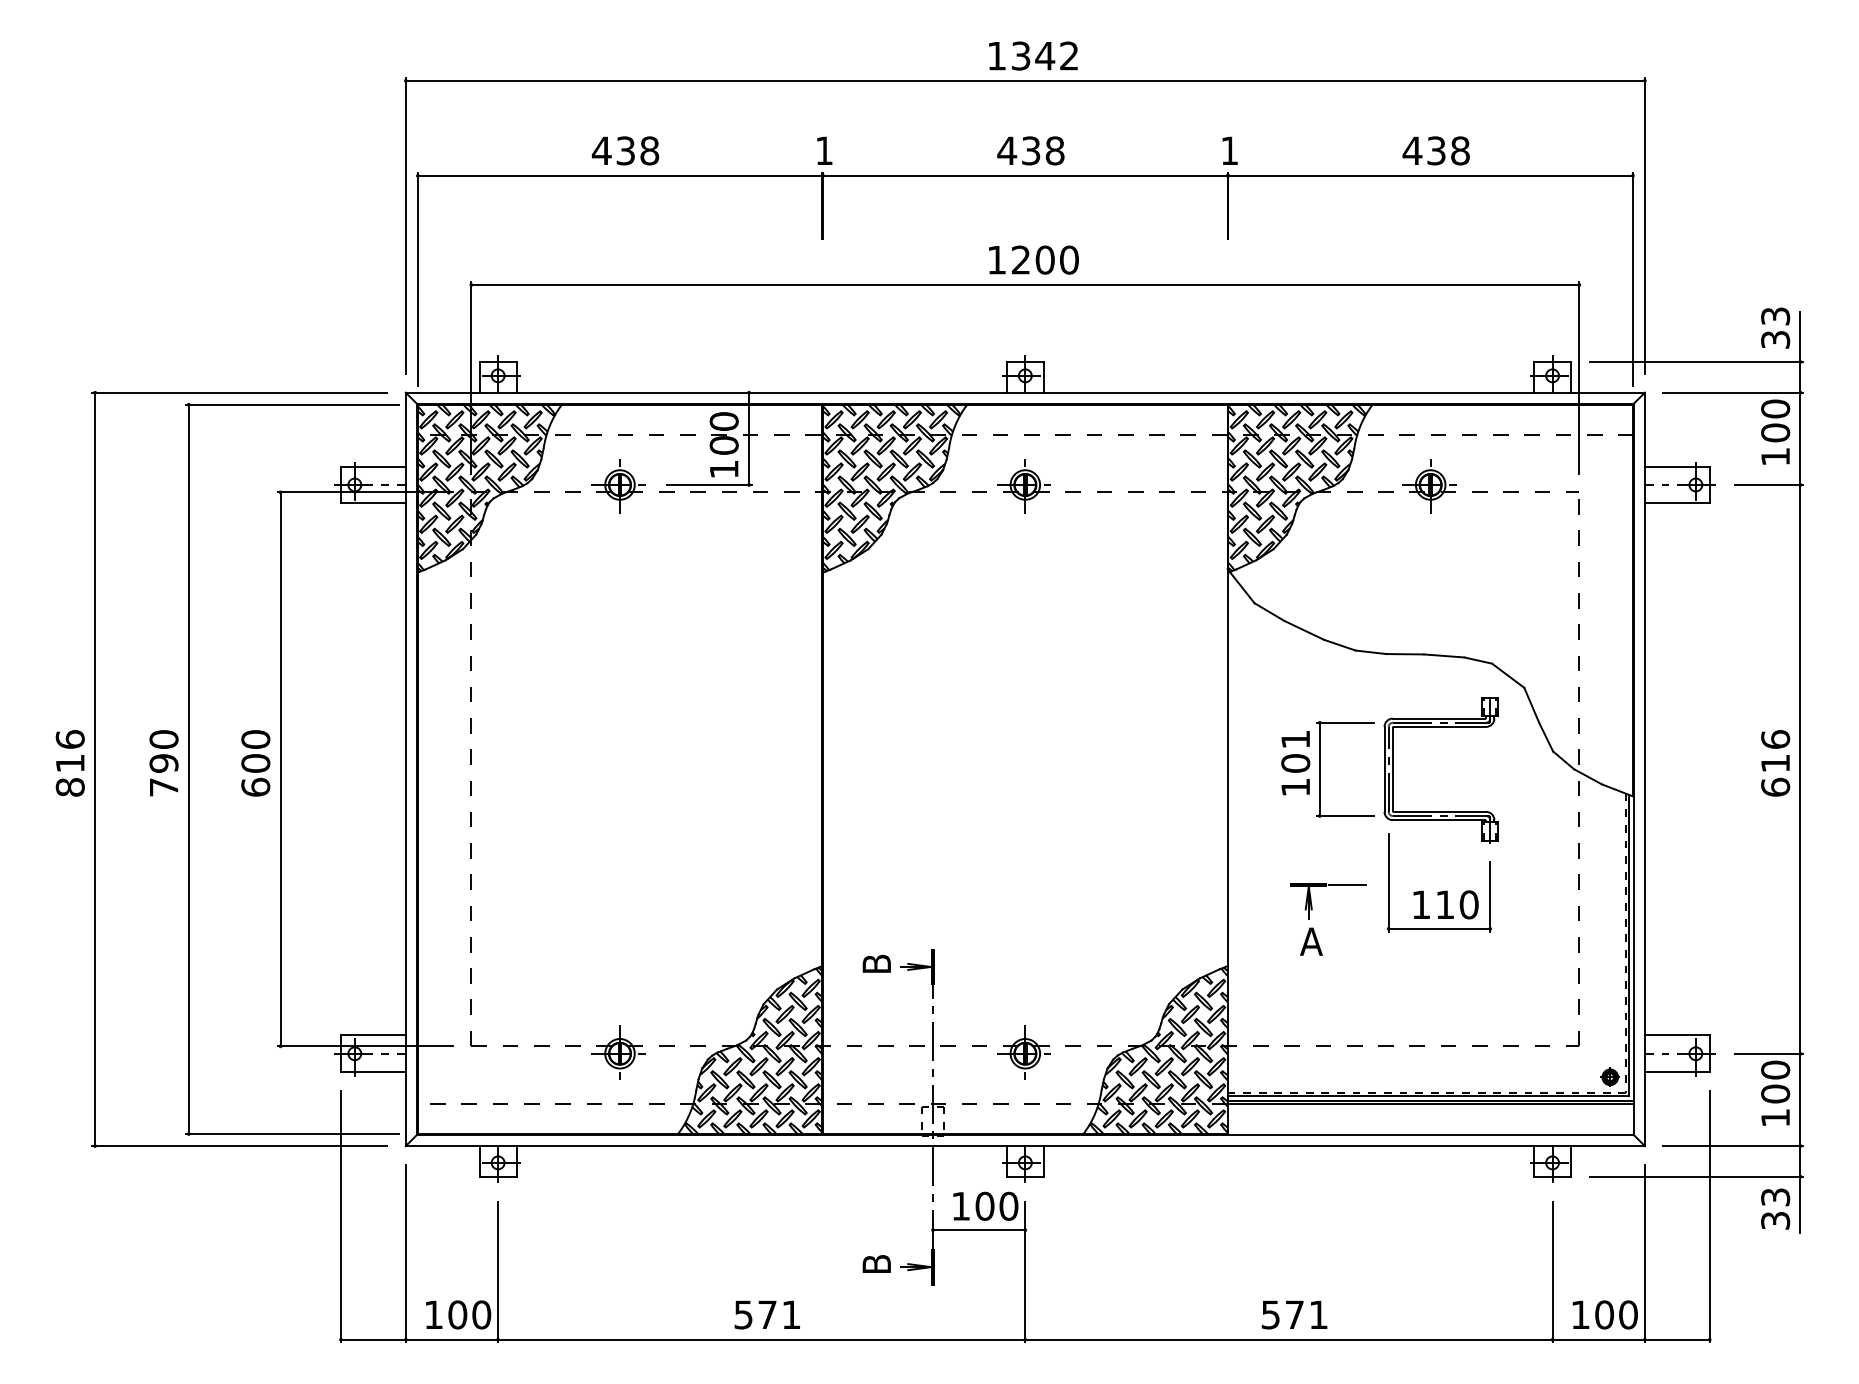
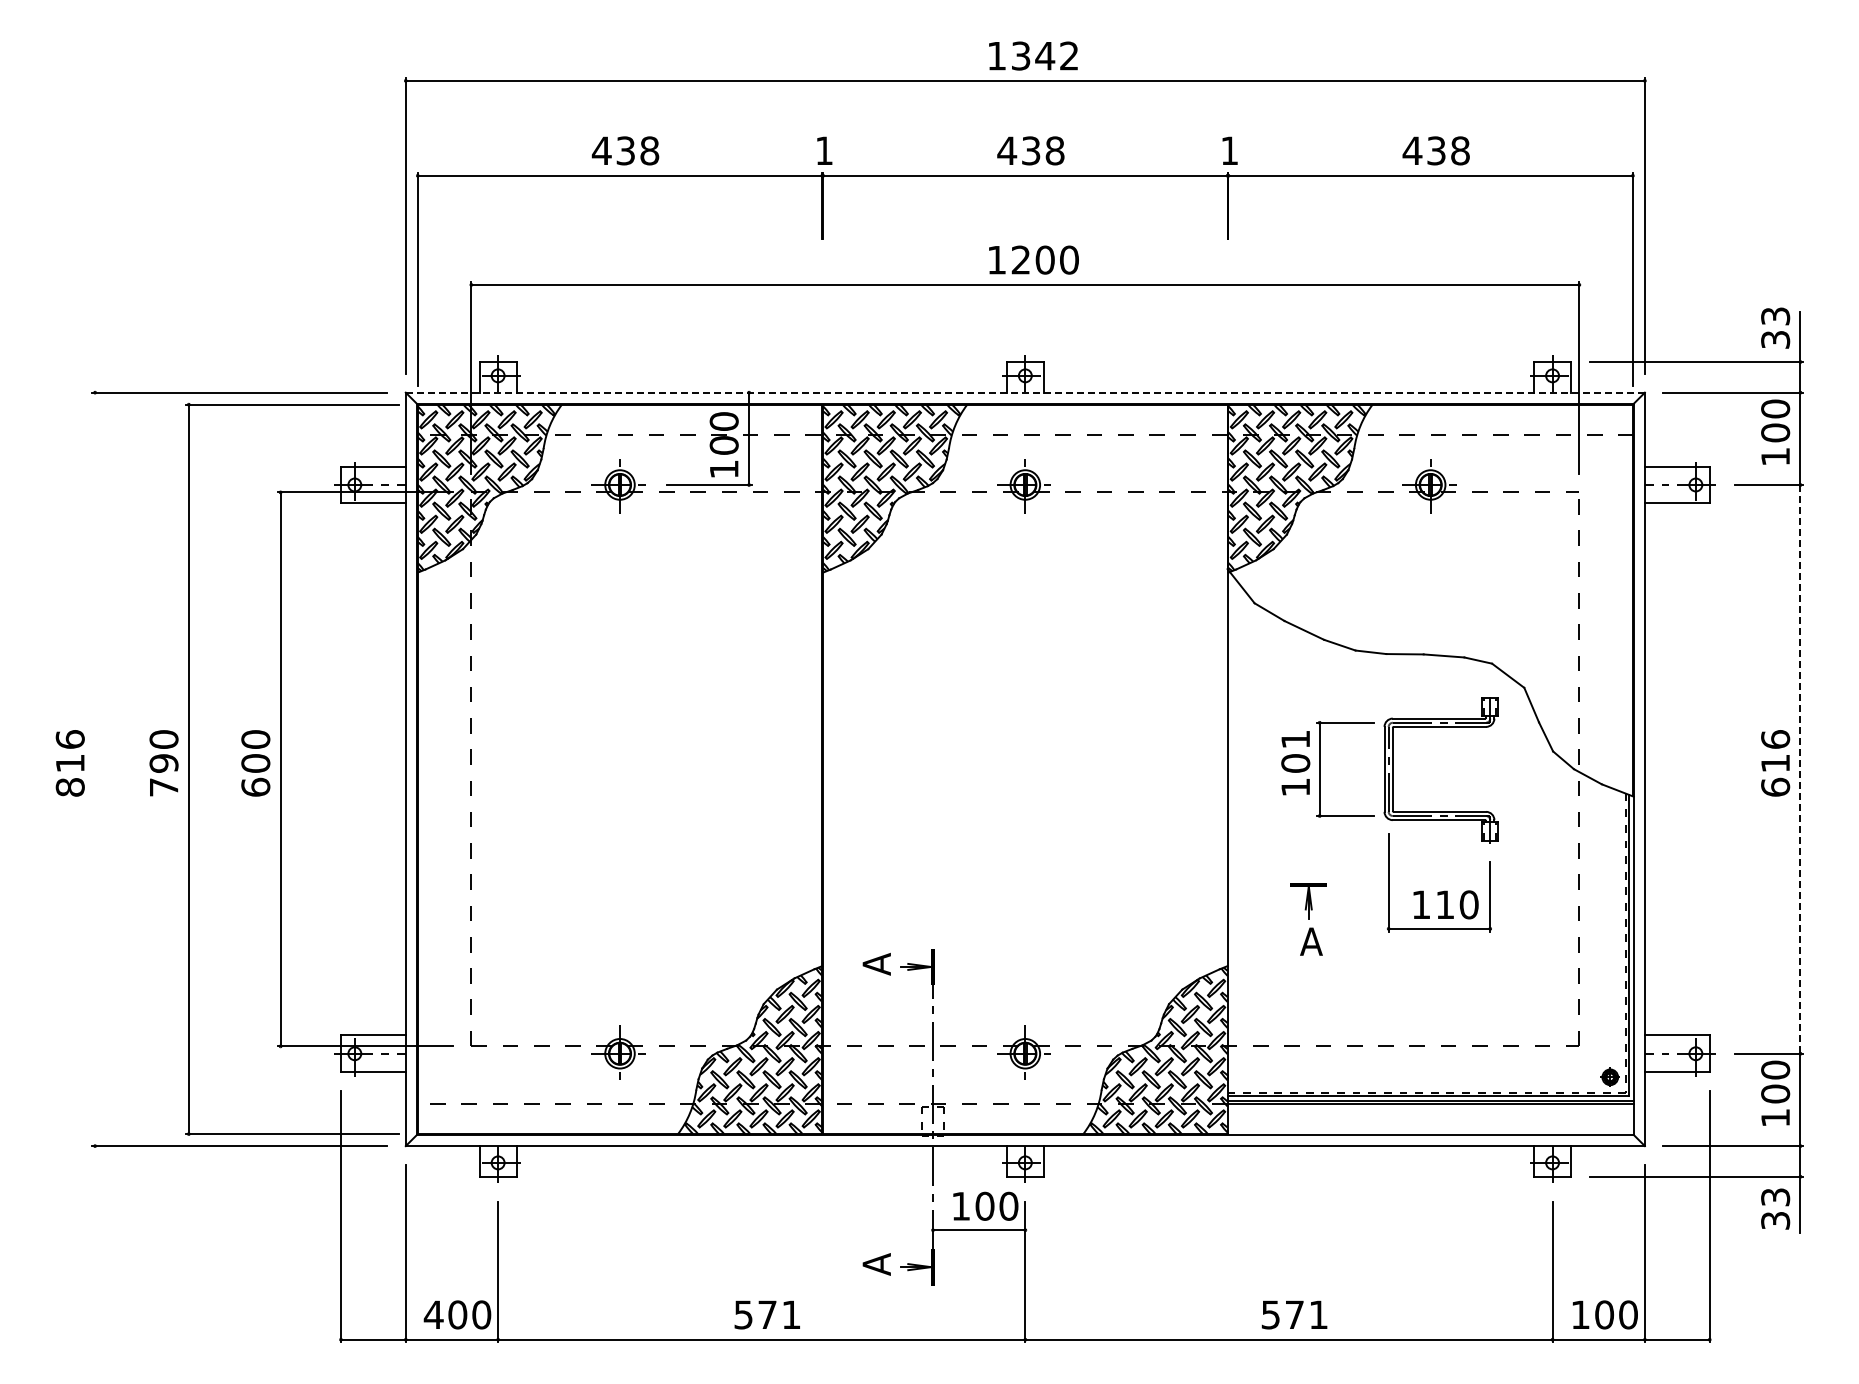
line at (1025, 392): solid -> dashed
line at (95, 769): present -> none
line at (1800, 769): solid -> dashed
line at (1346, 884): present -> none
text at (876, 963): B -> A
text at (876, 1264): B -> A
text at (433, 1314): 100 -> 400
